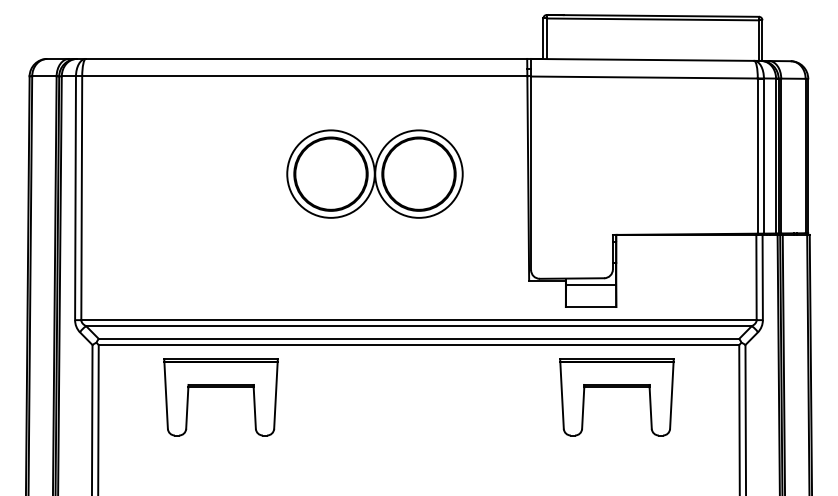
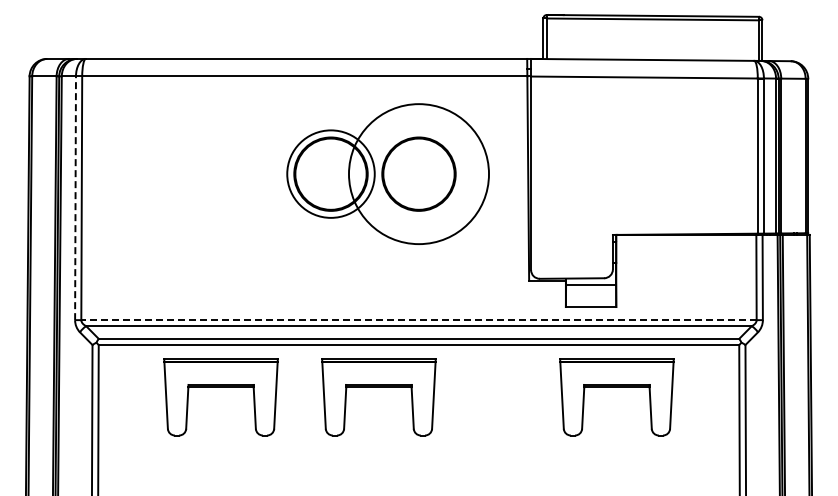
circle at (418, 173) diameter: 88 px -> 140 px
line at (75, 198): solid -> dashed
line at (419, 320): solid -> dashed
part at (378, 387): none -> present
